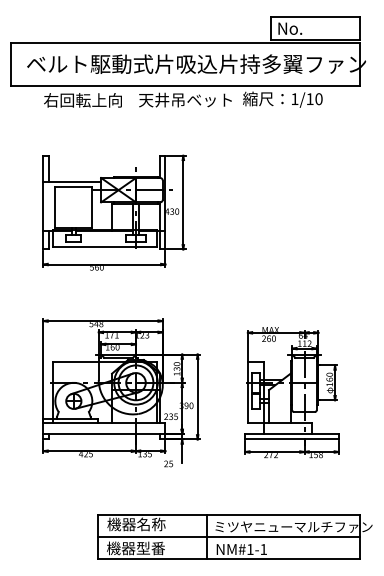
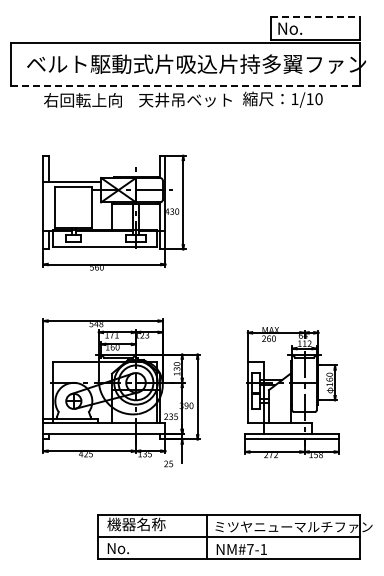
line at (315, 17): solid -> dashed
line at (186, 86): solid -> dashed
text at (135, 548): 機器型番 -> No.
text at (250, 549): NM#1-1 -> NM#7-1
